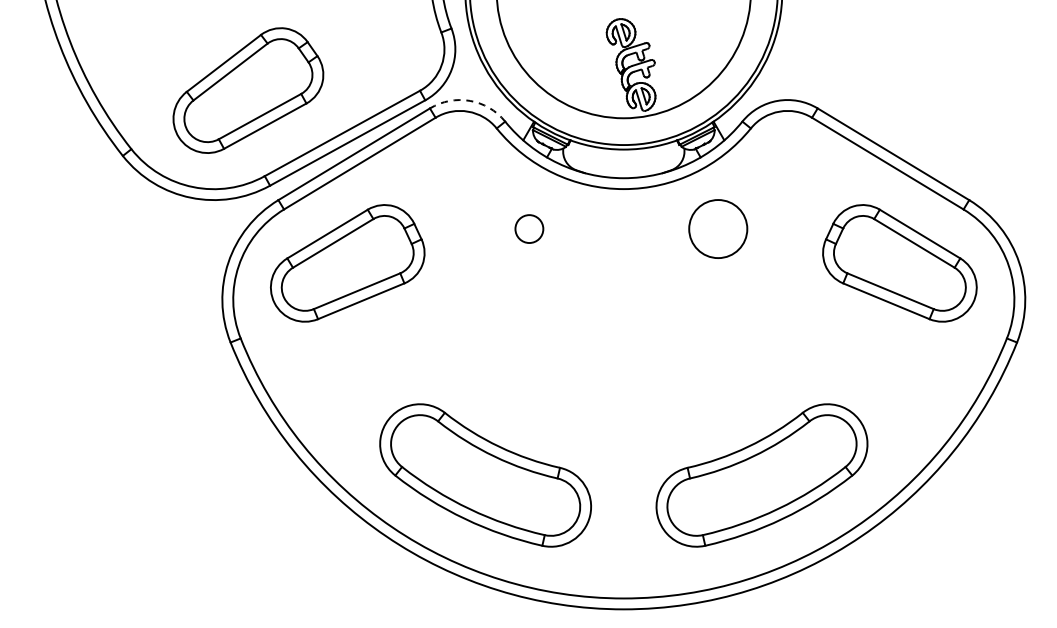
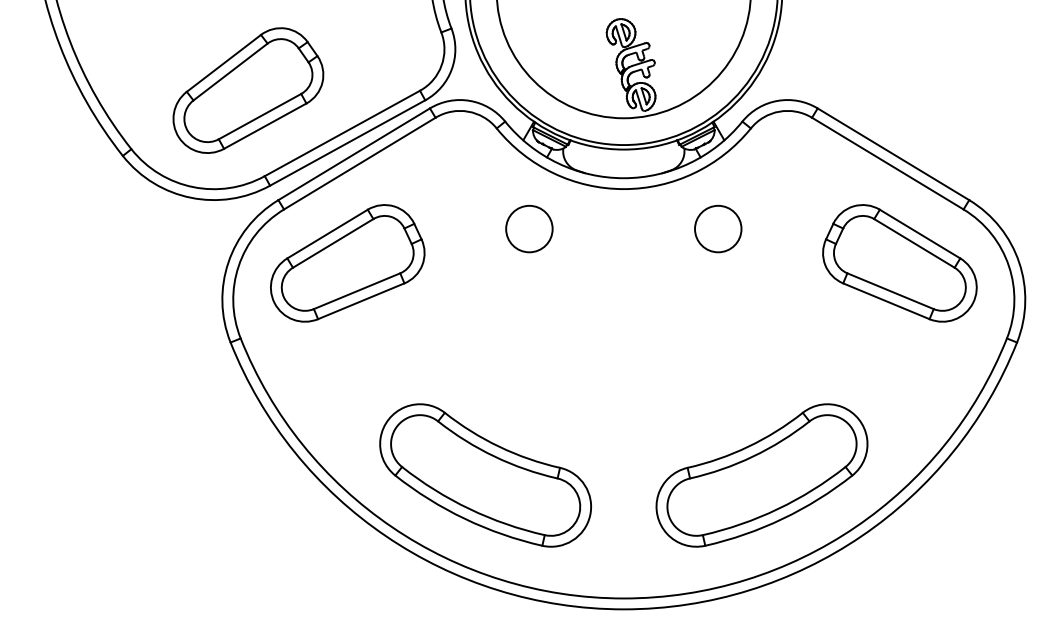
arc at (470, 100): dashed -> solid
circle at (529, 229) diameter: 28 px -> 46 px
circle at (718, 229) diameter: 58 px -> 46 px
